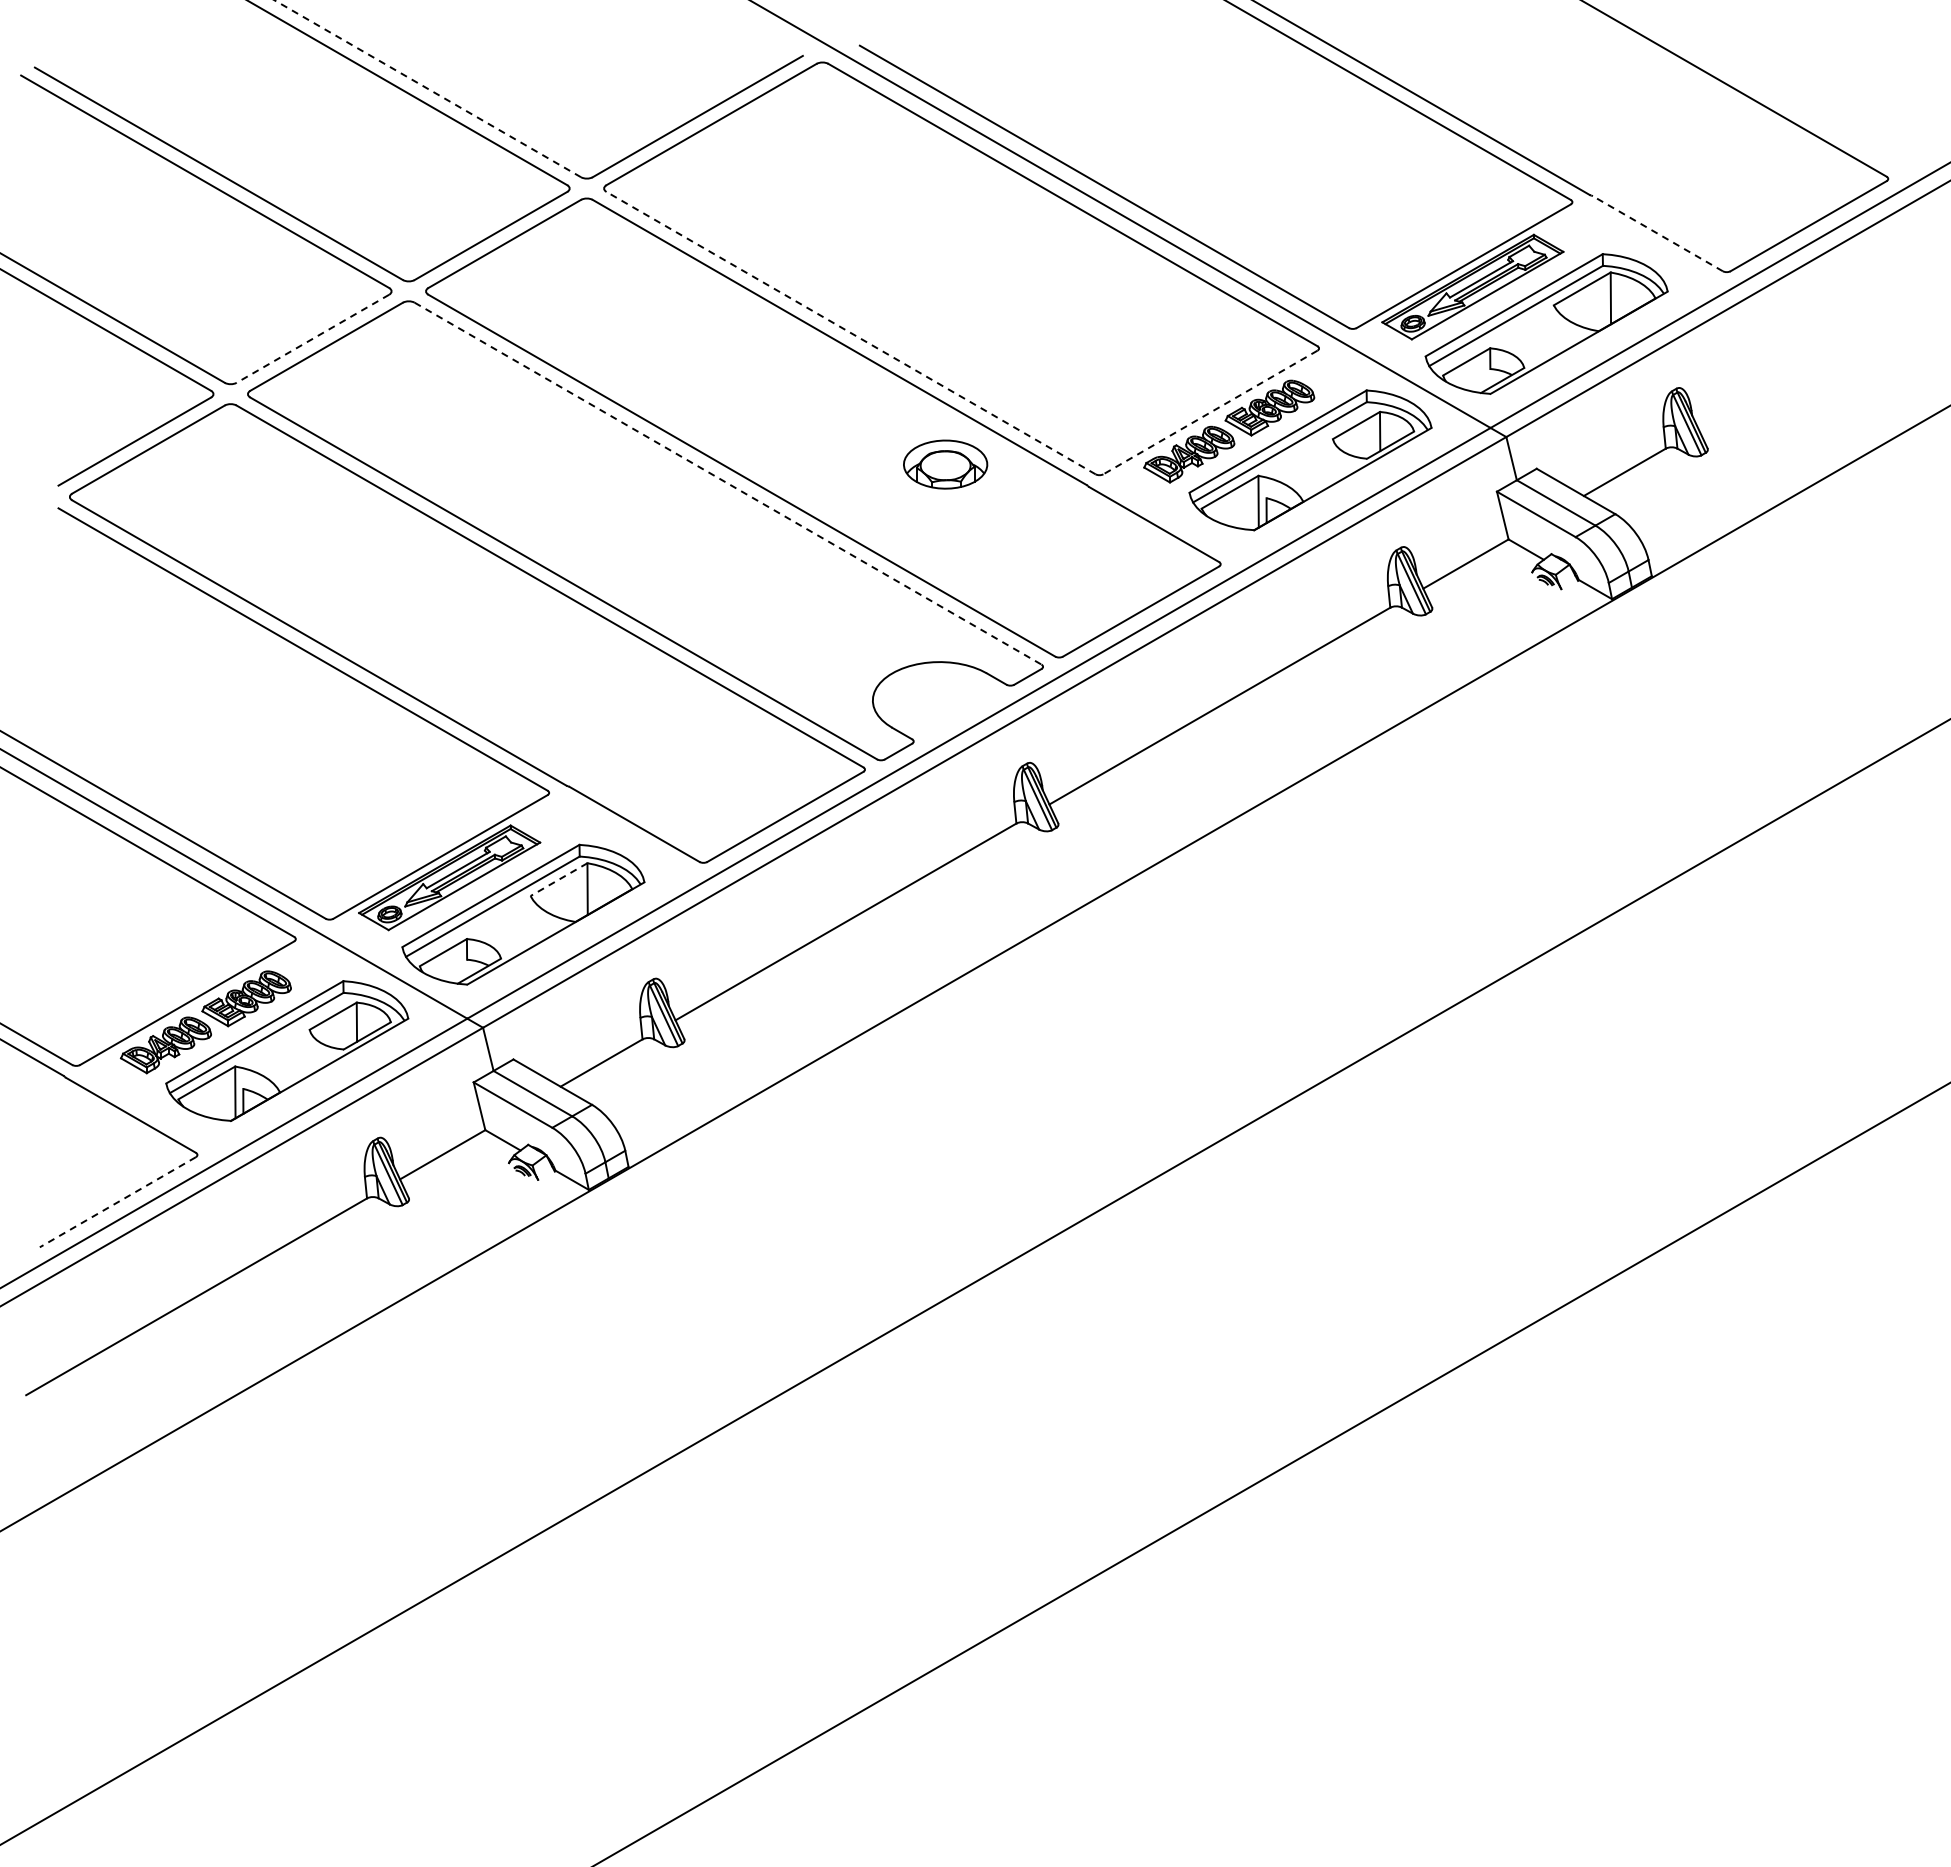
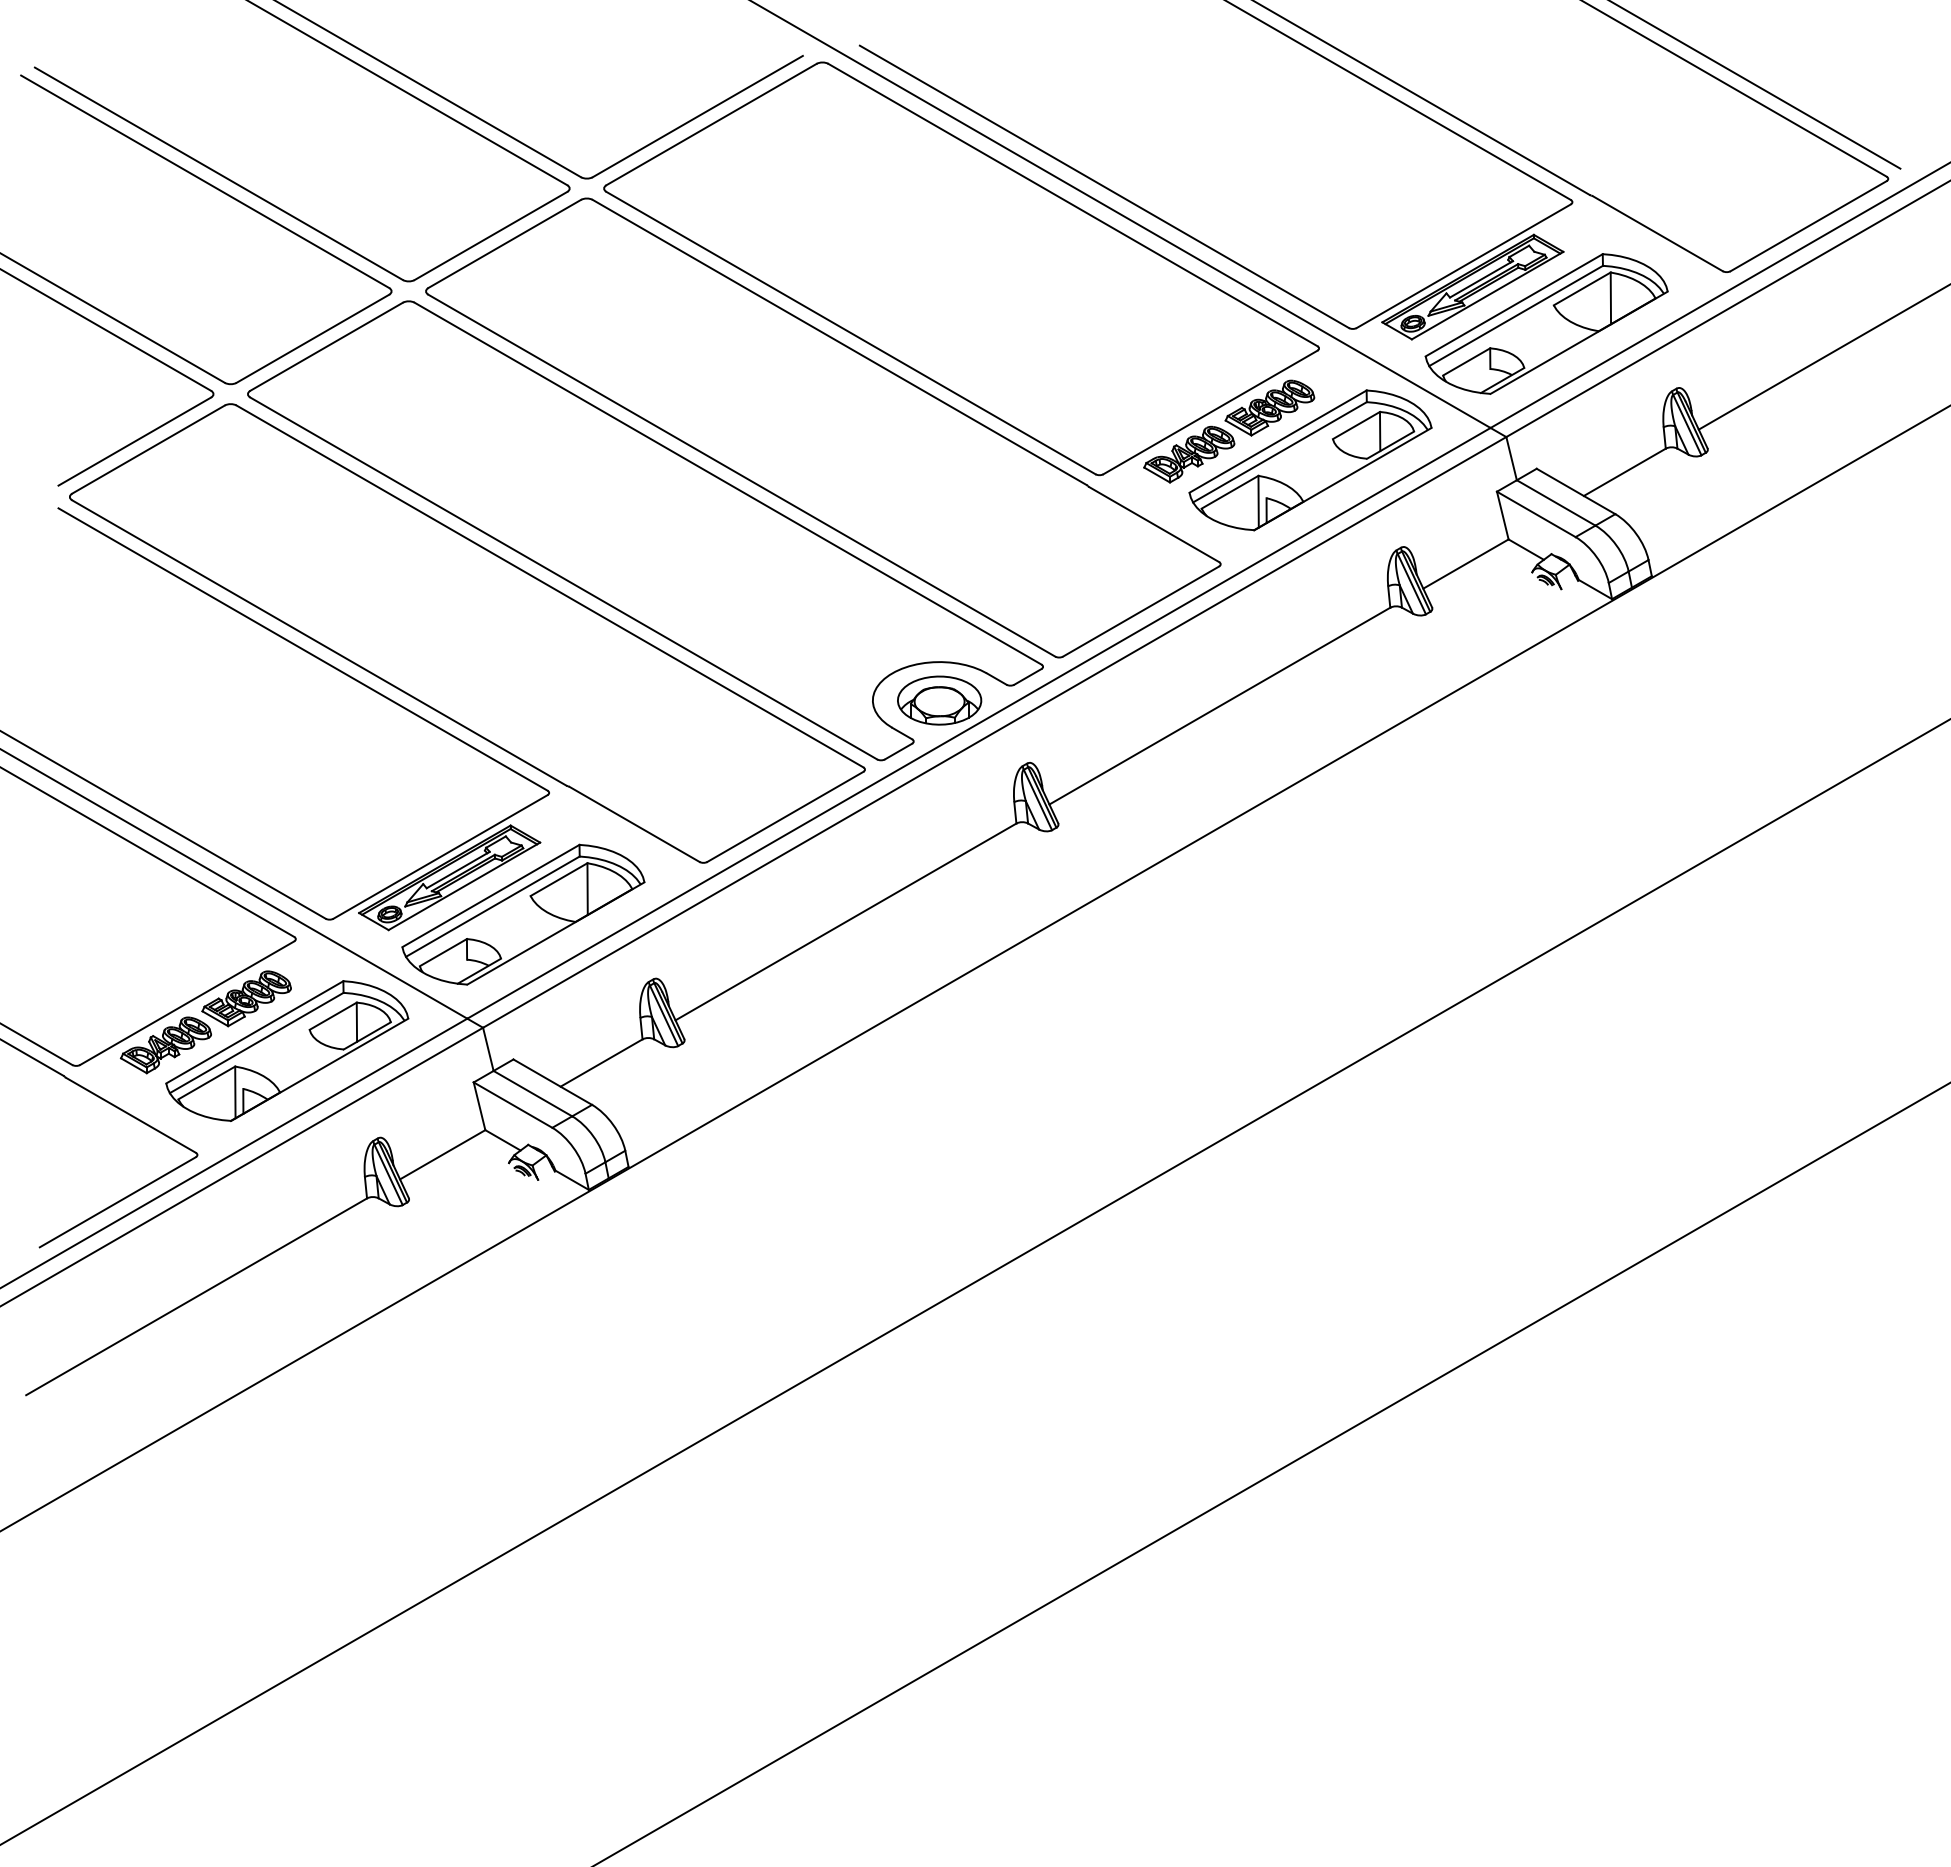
line at (1755, 85): none -> present
line at (427, 88): dashed -> solid
line at (1657, 233): dashed -> solid
line at (850, 332): dashed -> solid
line at (312, 339): dashed -> solid
line at (1822, 357): none -> present
line at (1210, 412): dashed -> solid
part at (945, 464) position: (945, 464) -> (939, 700)
line at (728, 483): dashed -> solid
line at (559, 879): dashed -> solid
line at (117, 1202): dashed -> solid
